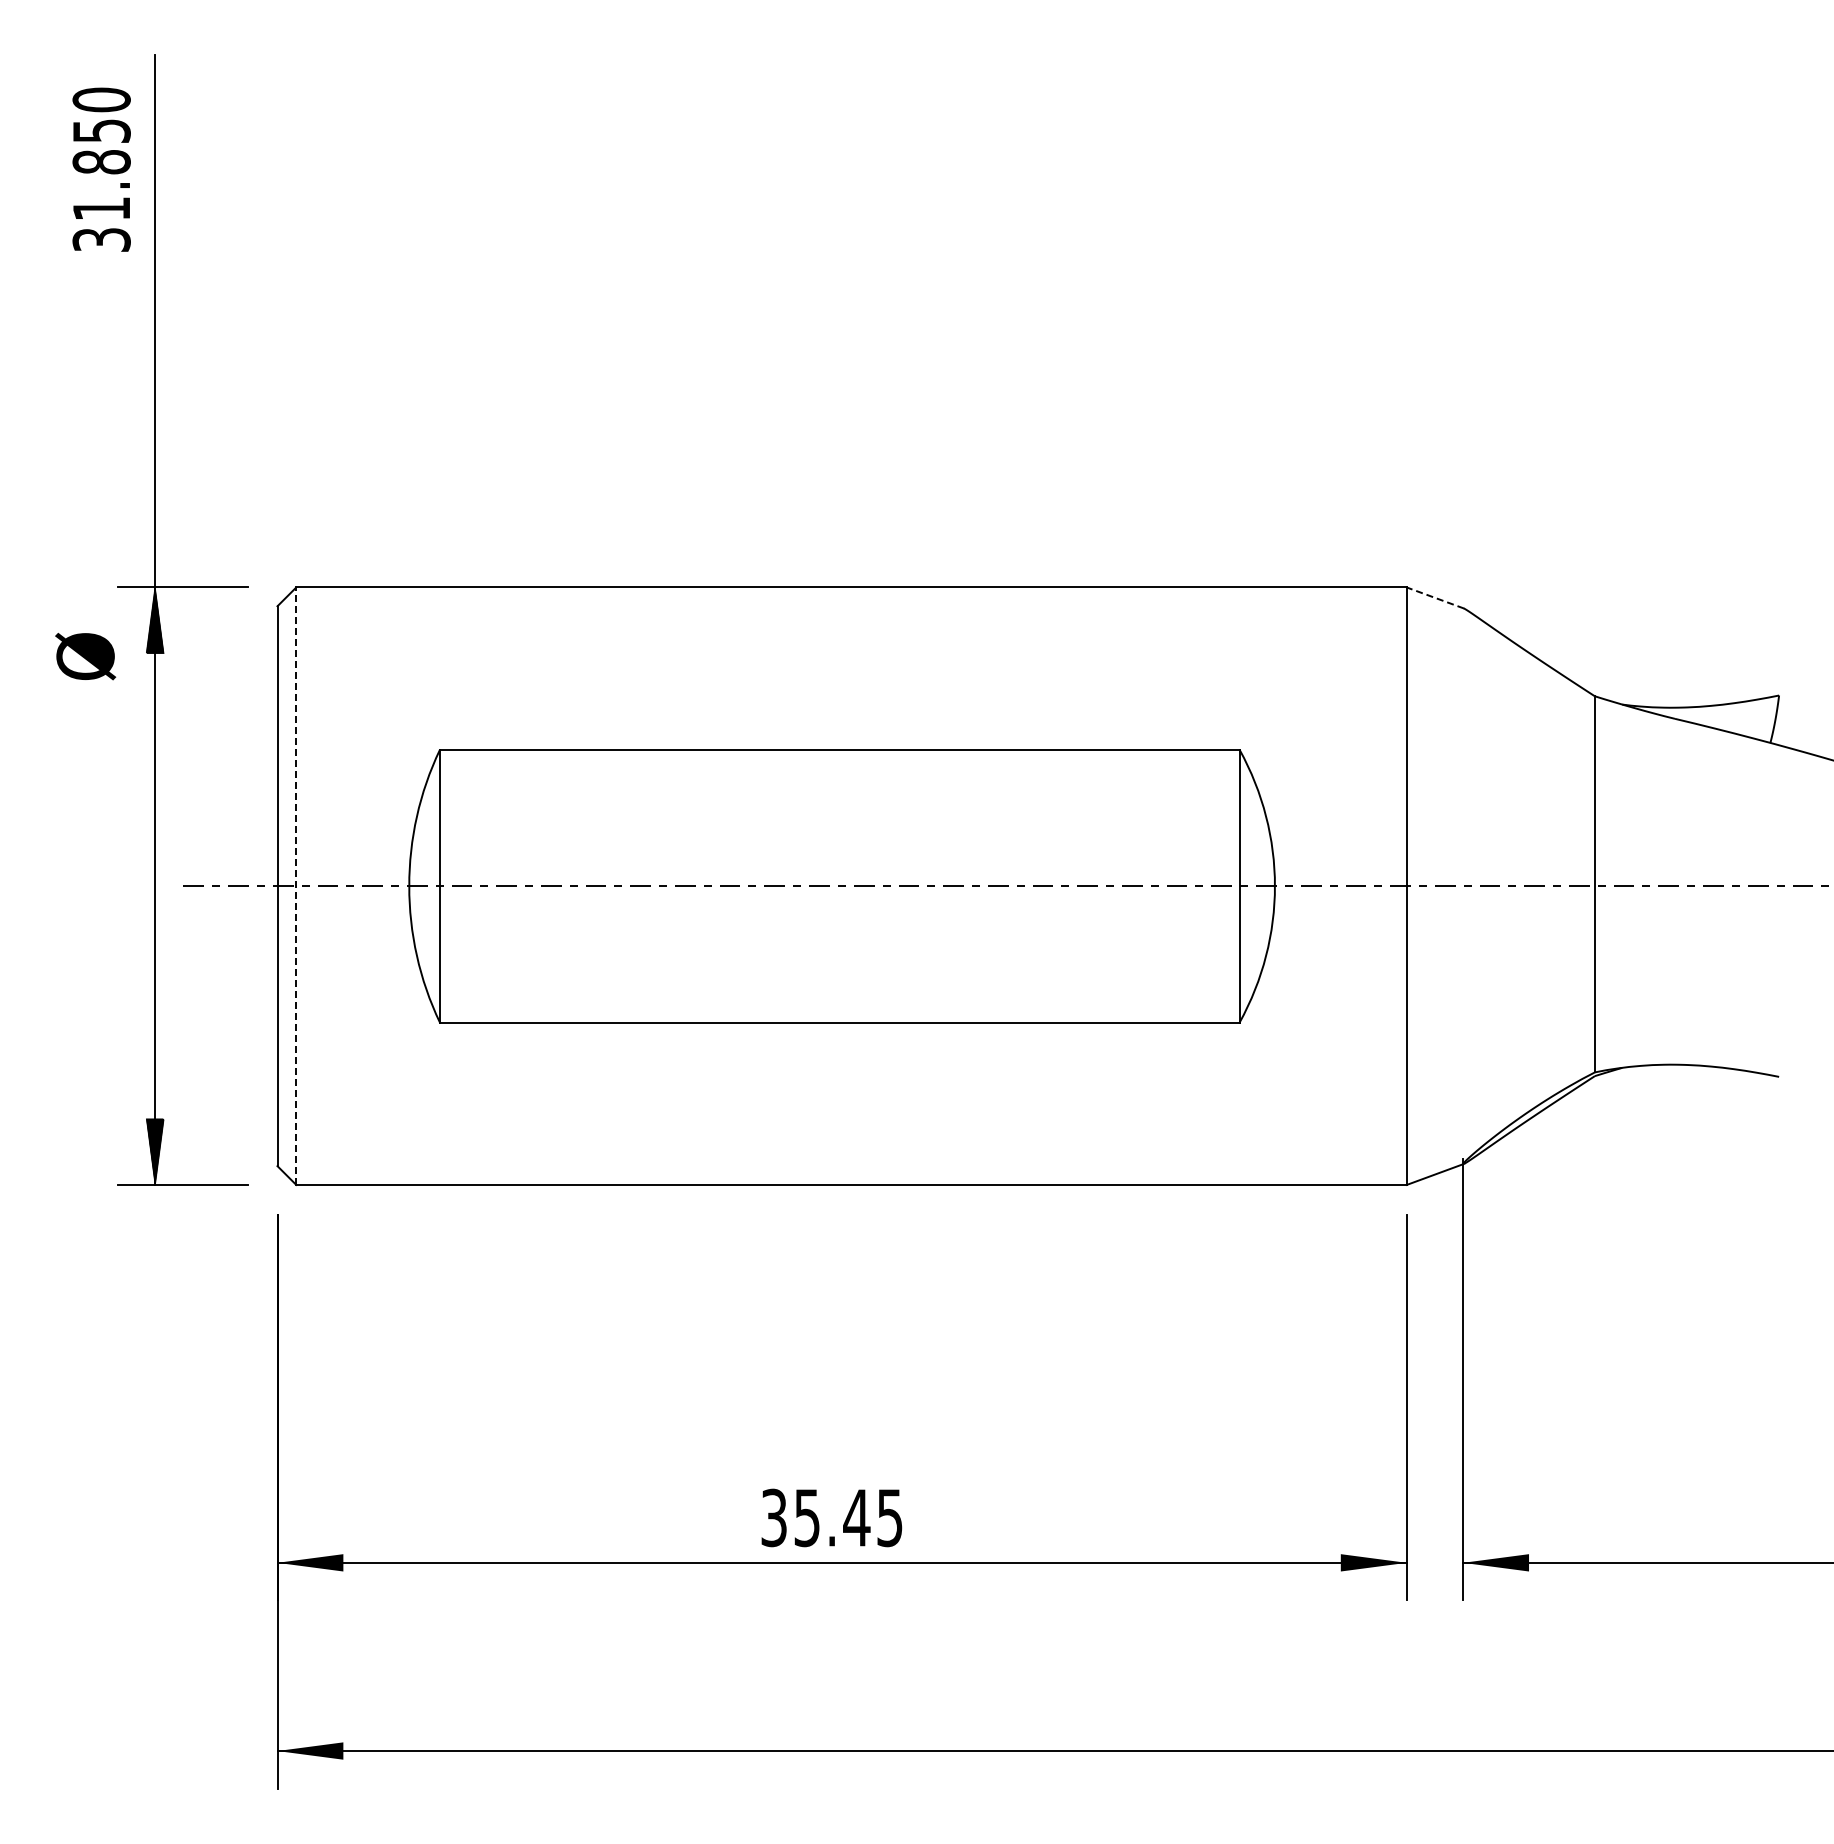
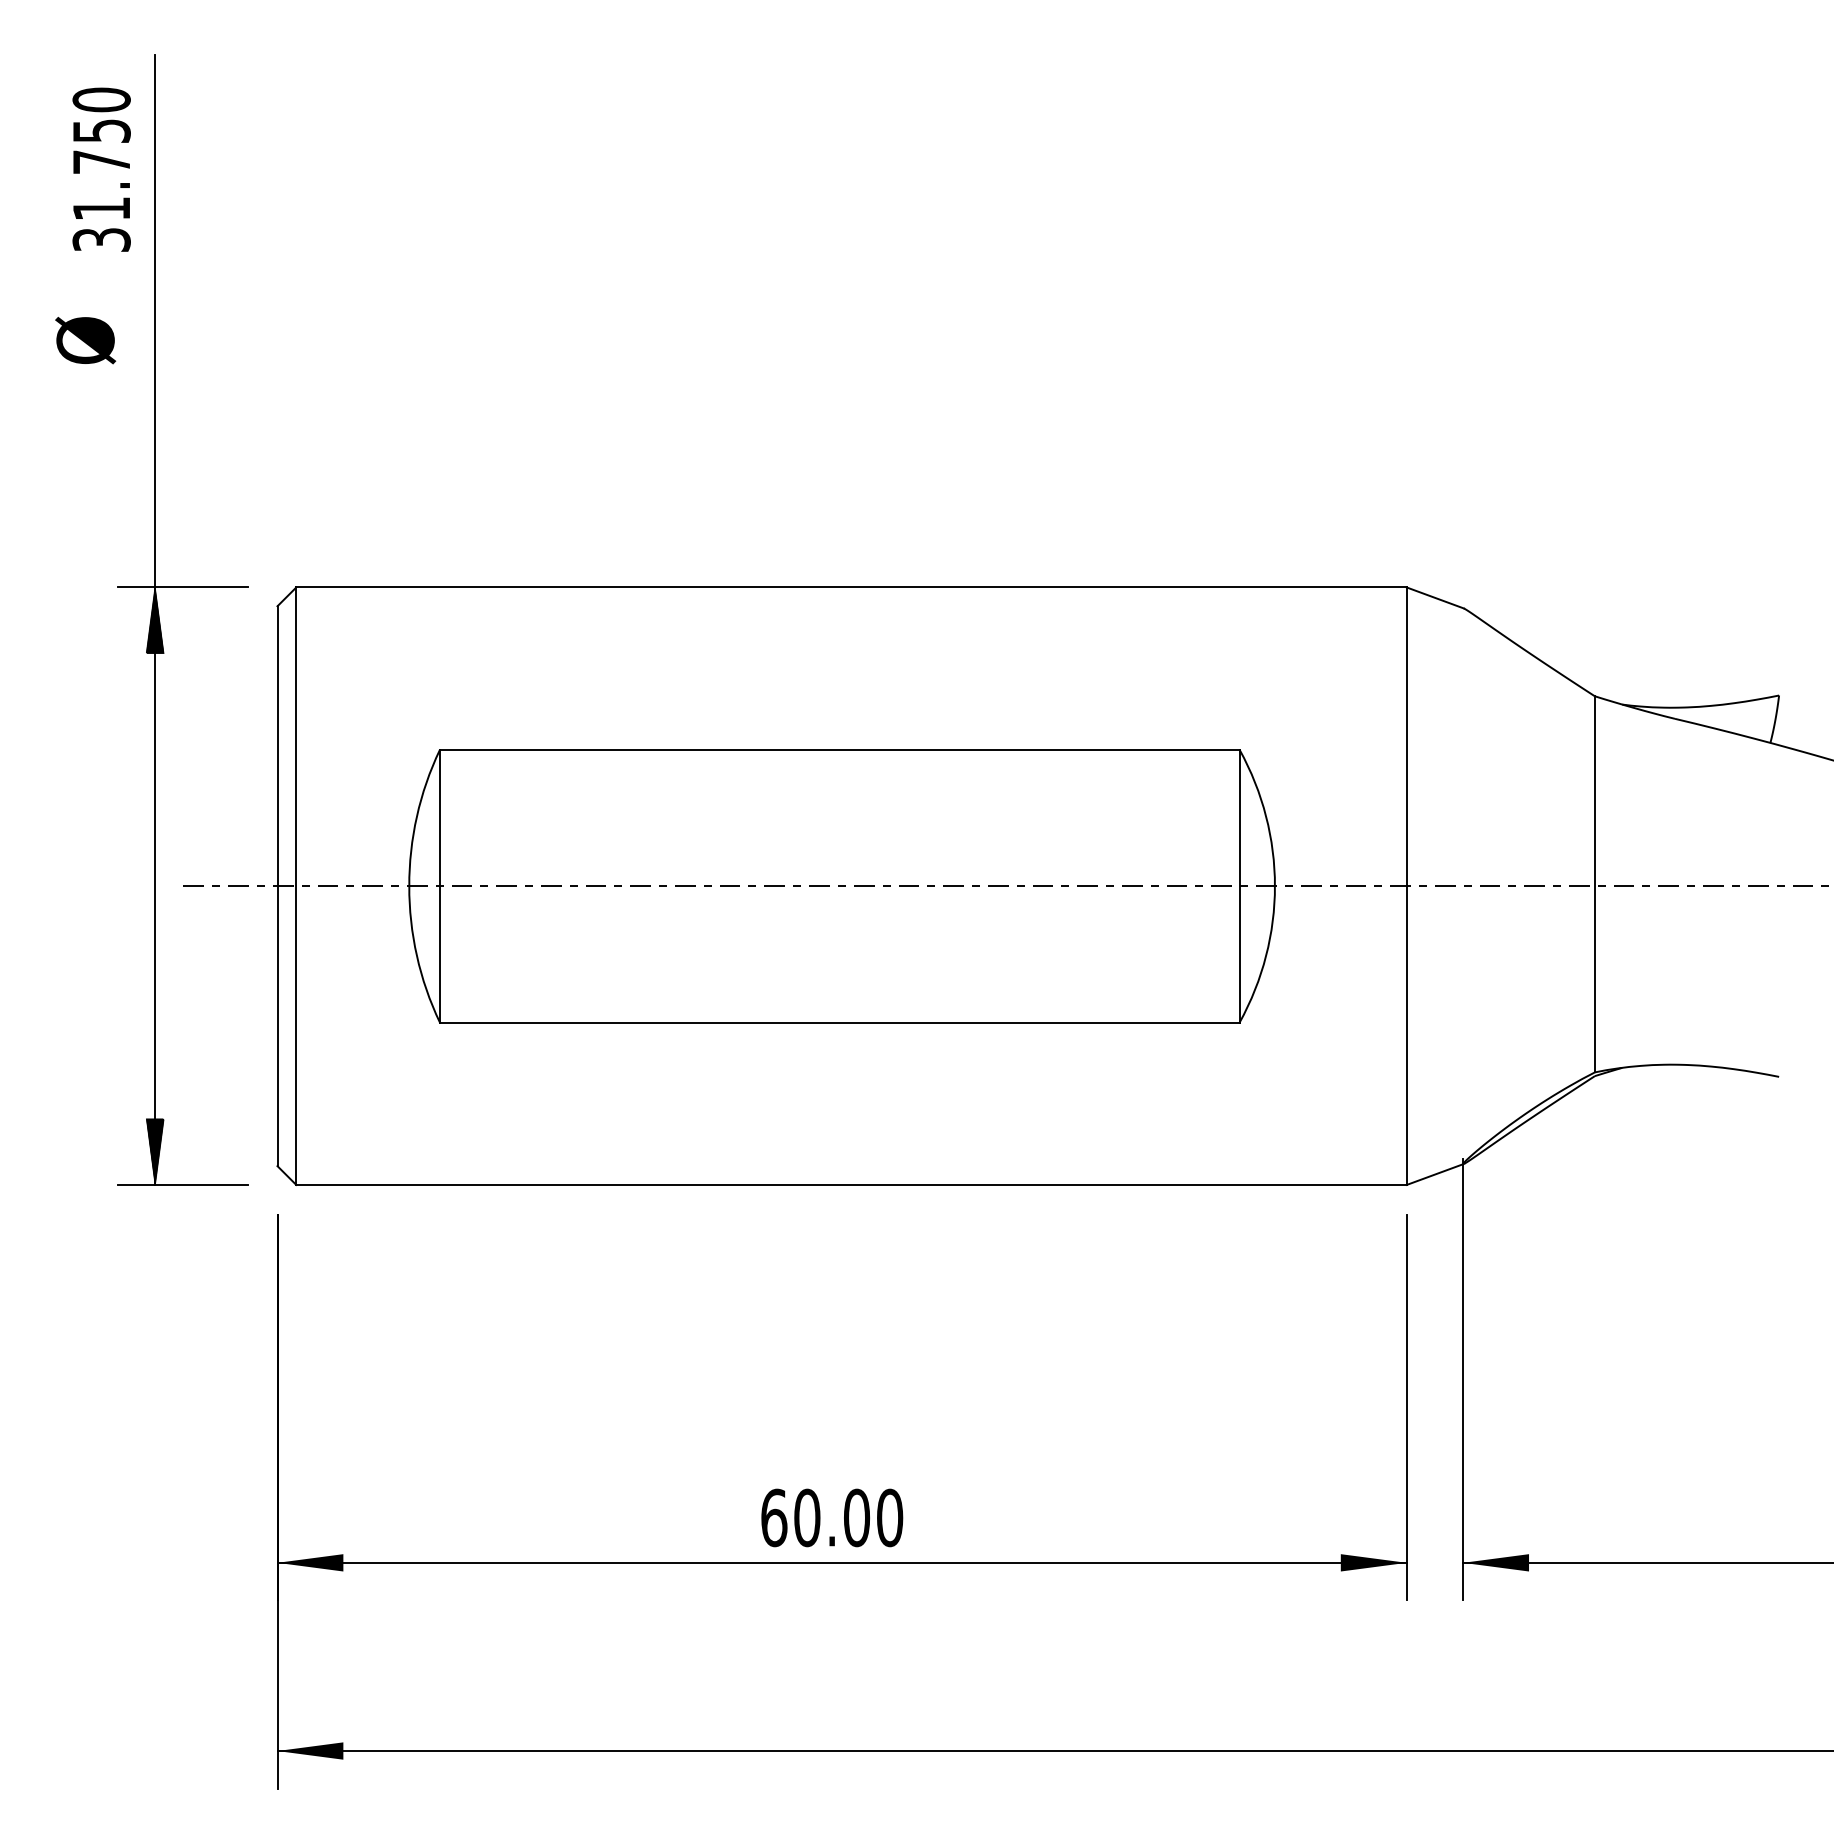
text at (101, 162): 31.850 -> 31.750
line at (1435, 597): dashed -> solid
text at (85, 656) position: (85, 656) -> (85, 340)
line at (296, 886): dashed -> solid
text at (832, 1517): 35.45 -> 60.00
